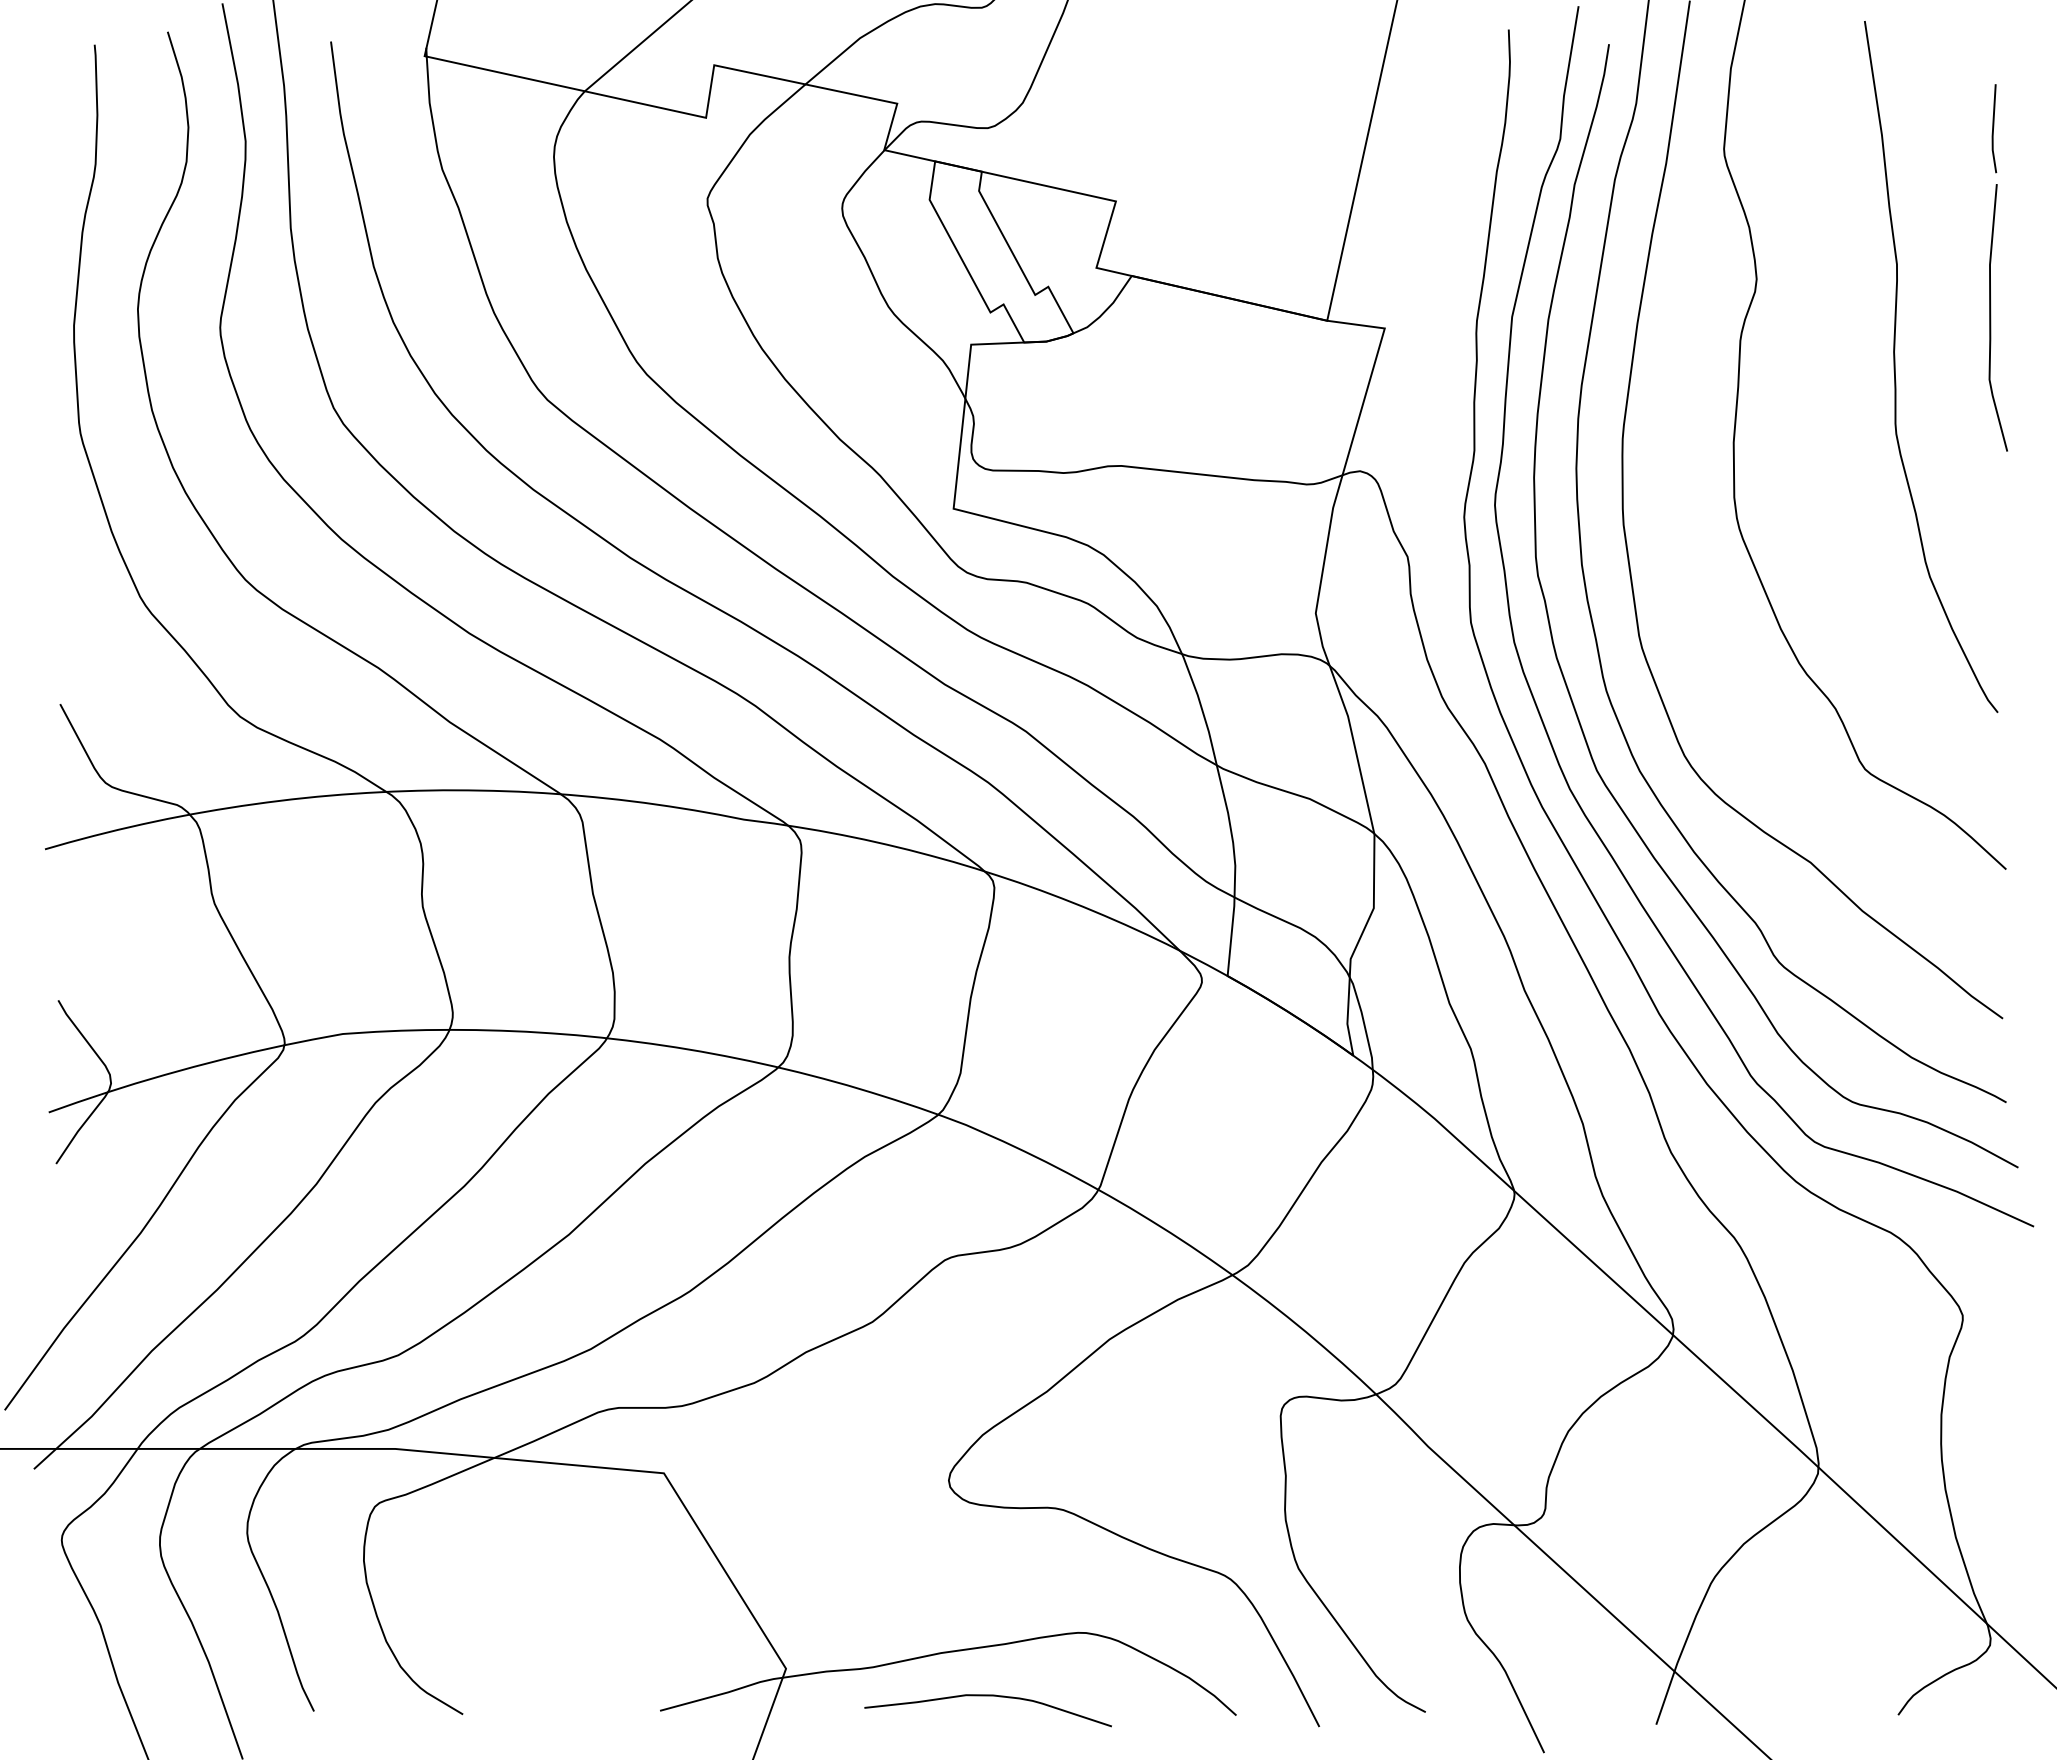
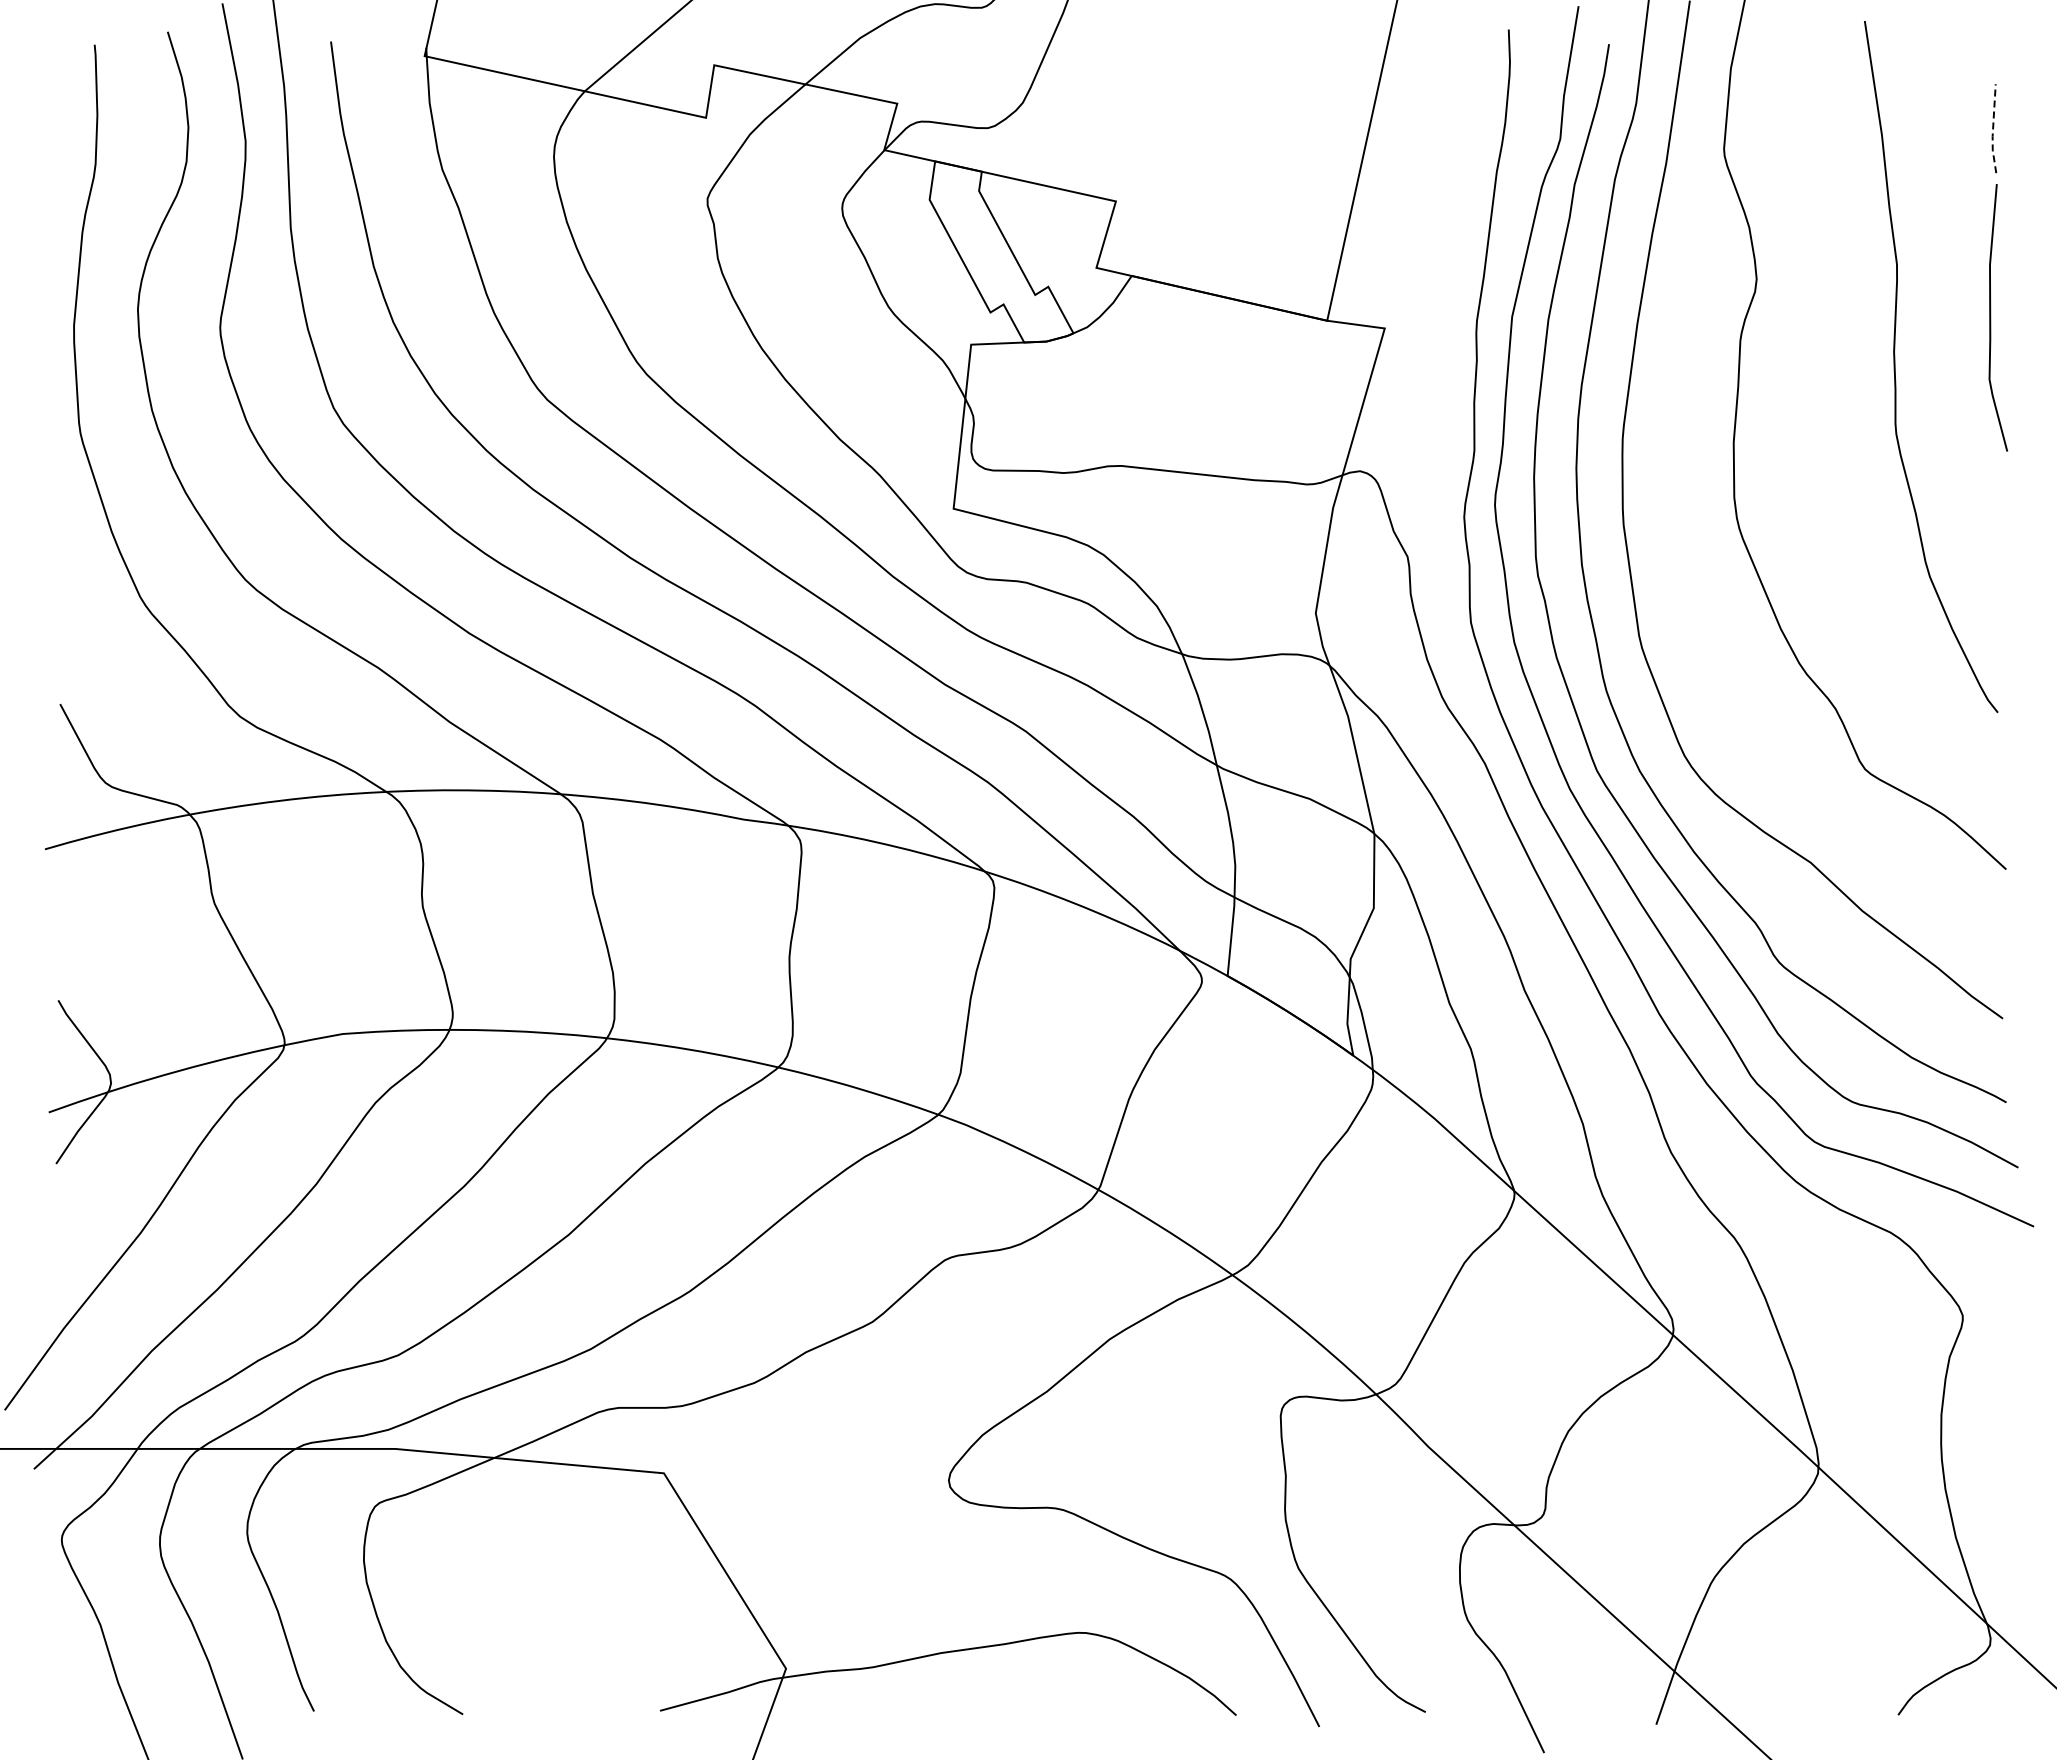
line at (1993, 129): solid -> dashed
curve at (987, 1696): present -> none
